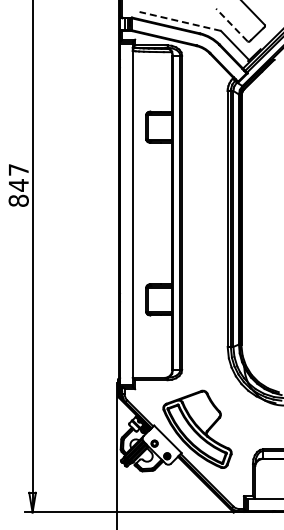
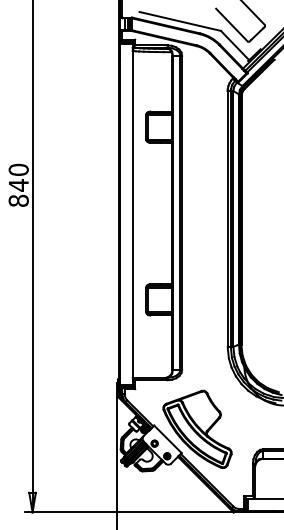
line at (180, 21): dashed -> solid
line at (231, 25): dashed -> solid
text at (18, 169): 847 -> 840
